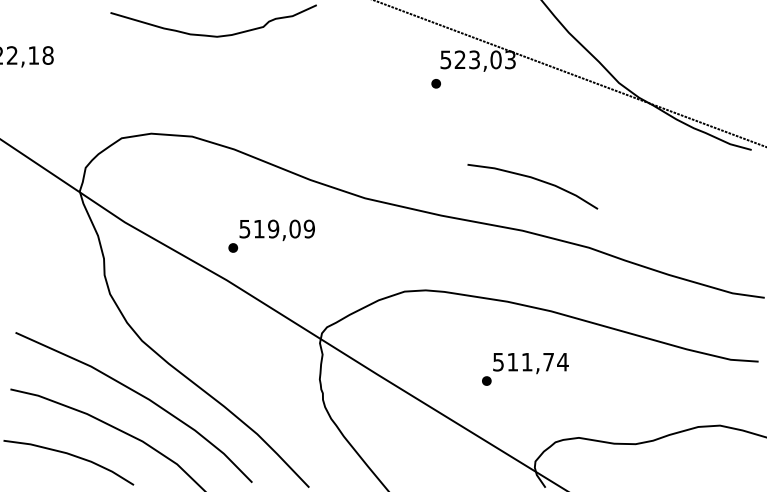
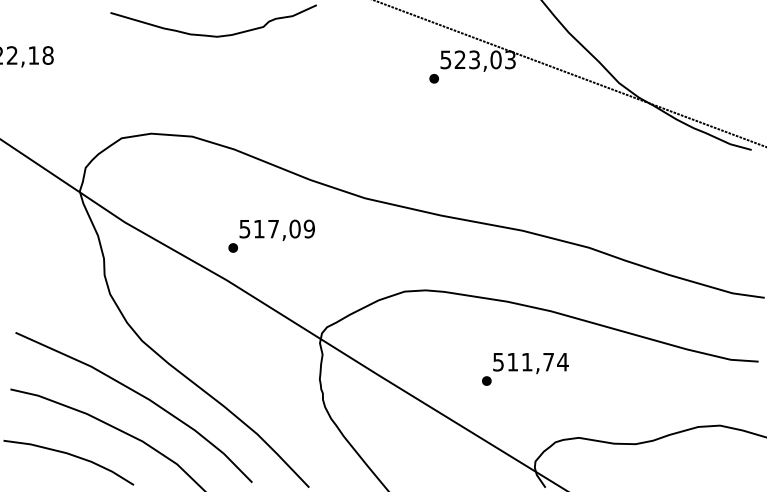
part at (435, 83) position: (435, 83) -> (433, 78)
part at (533, 179): present -> none
text at (273, 228): 519,09 -> 517,09
